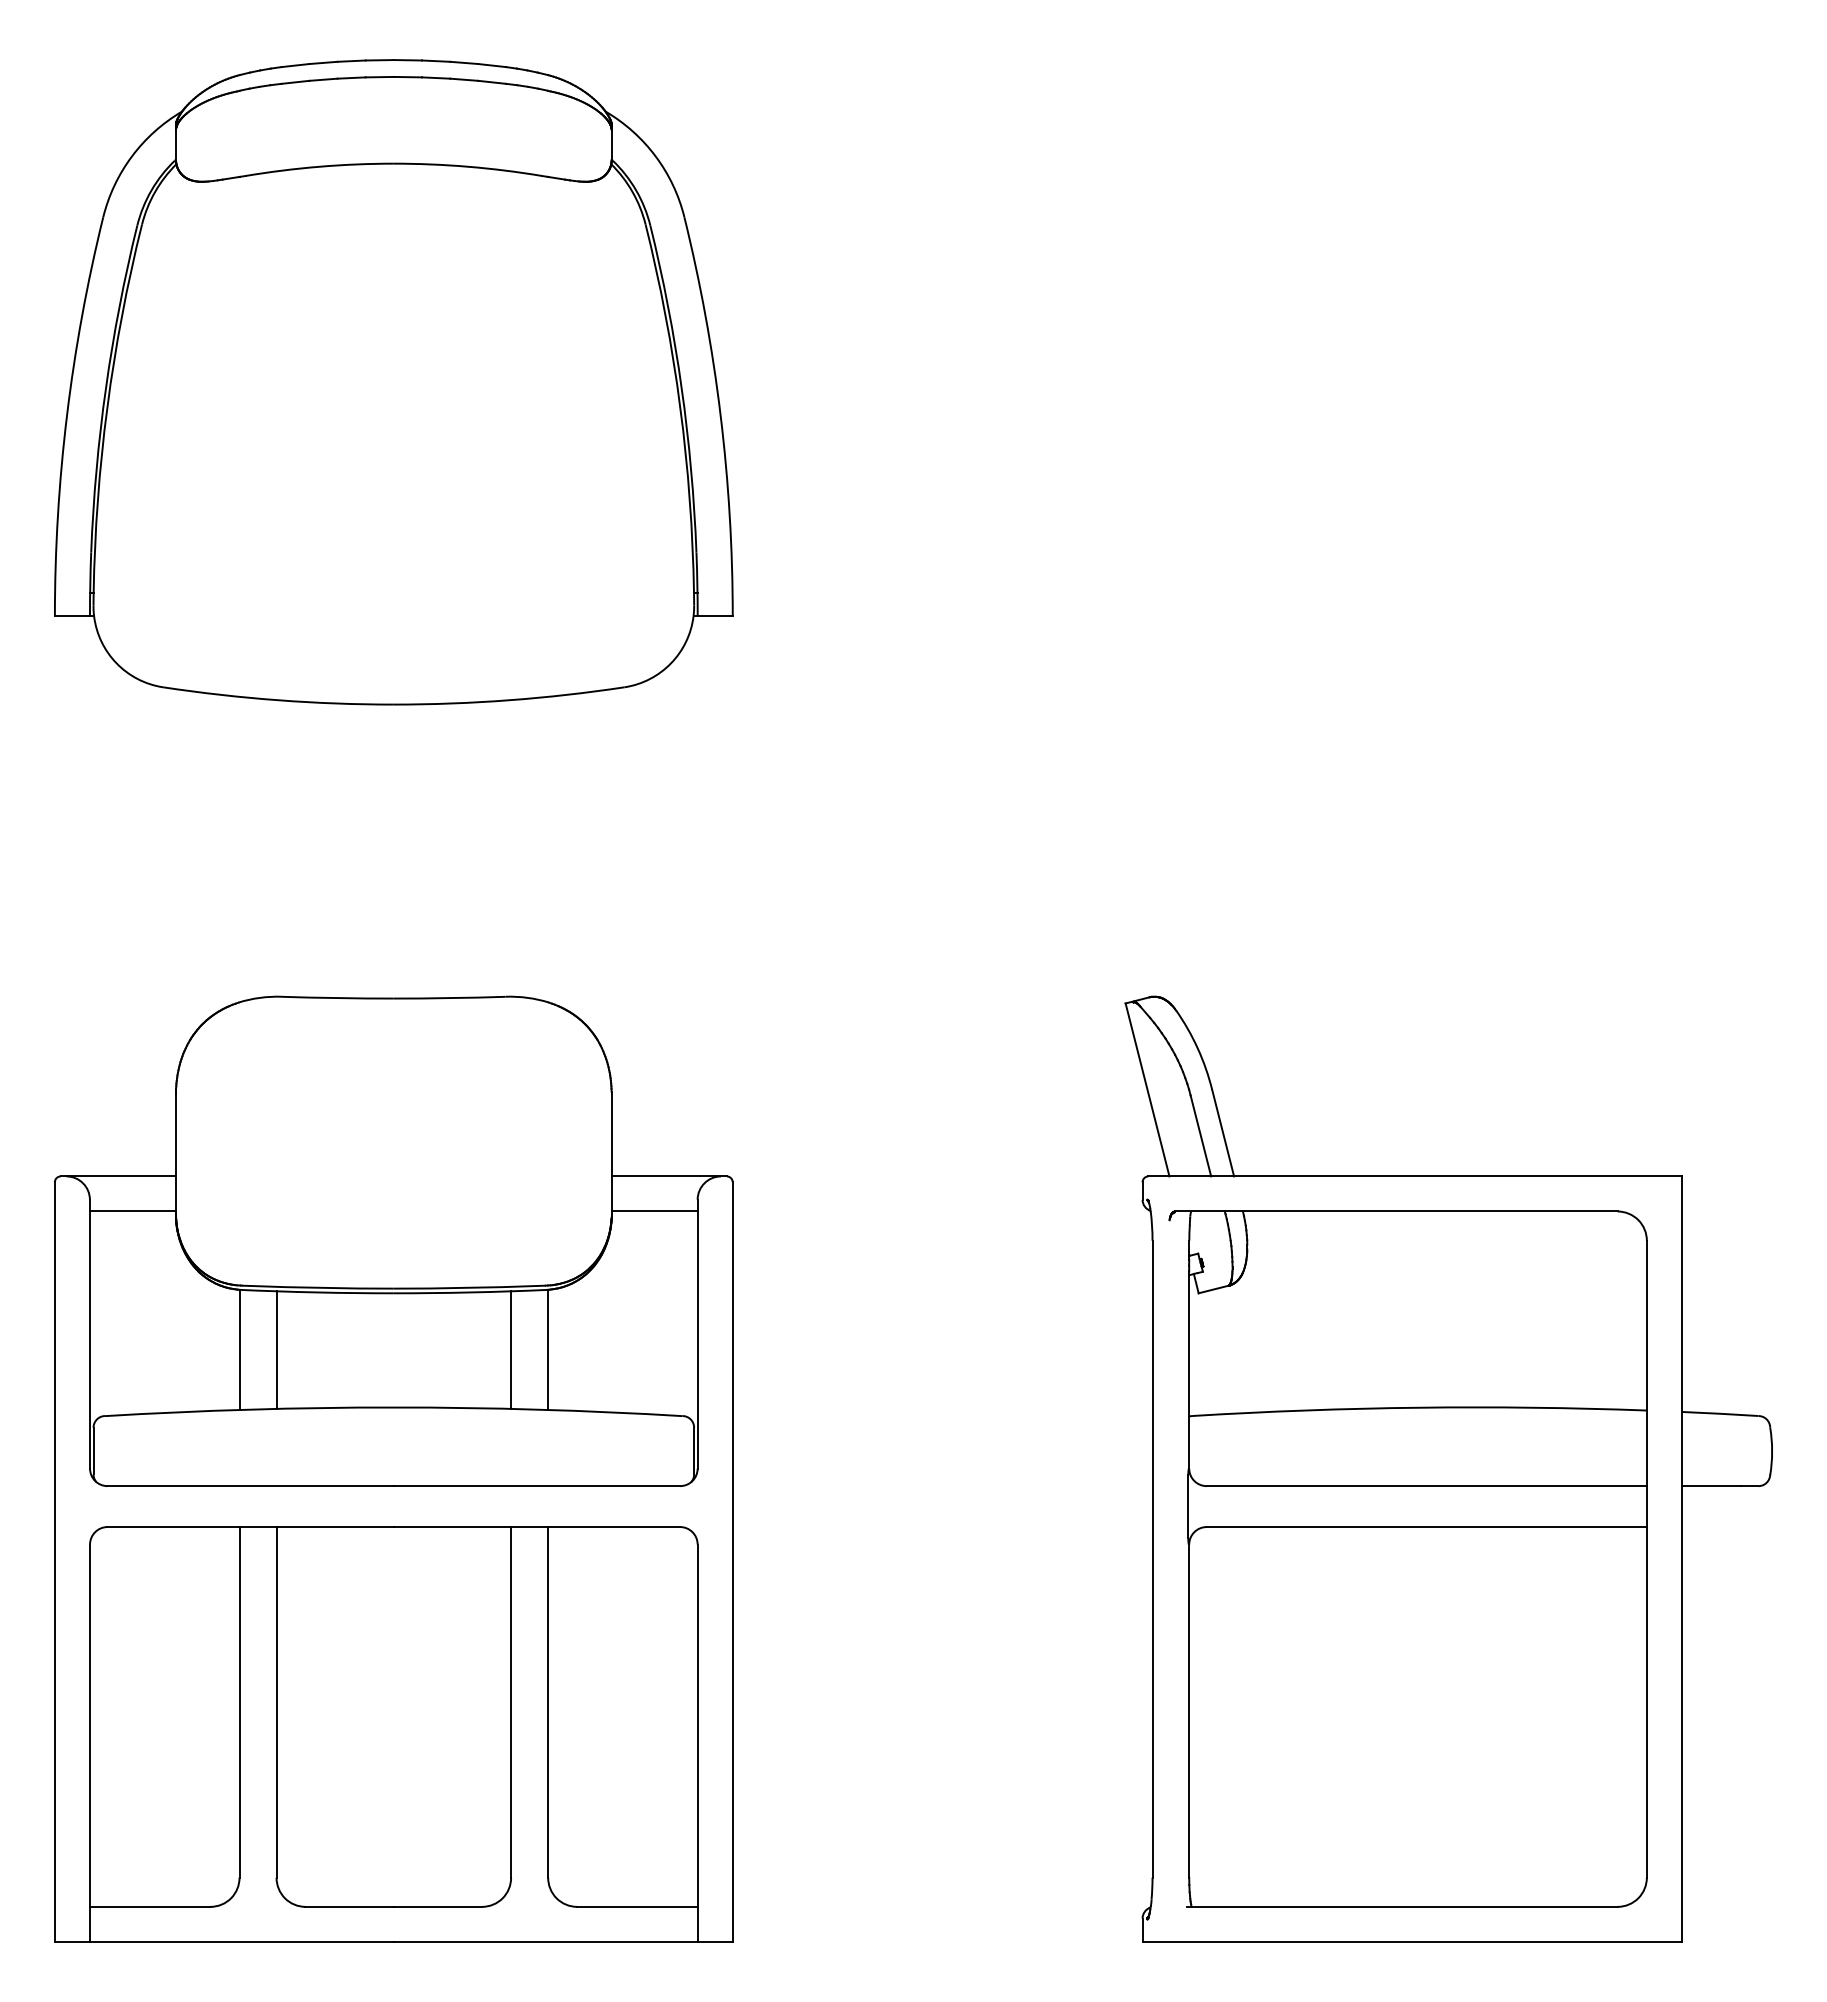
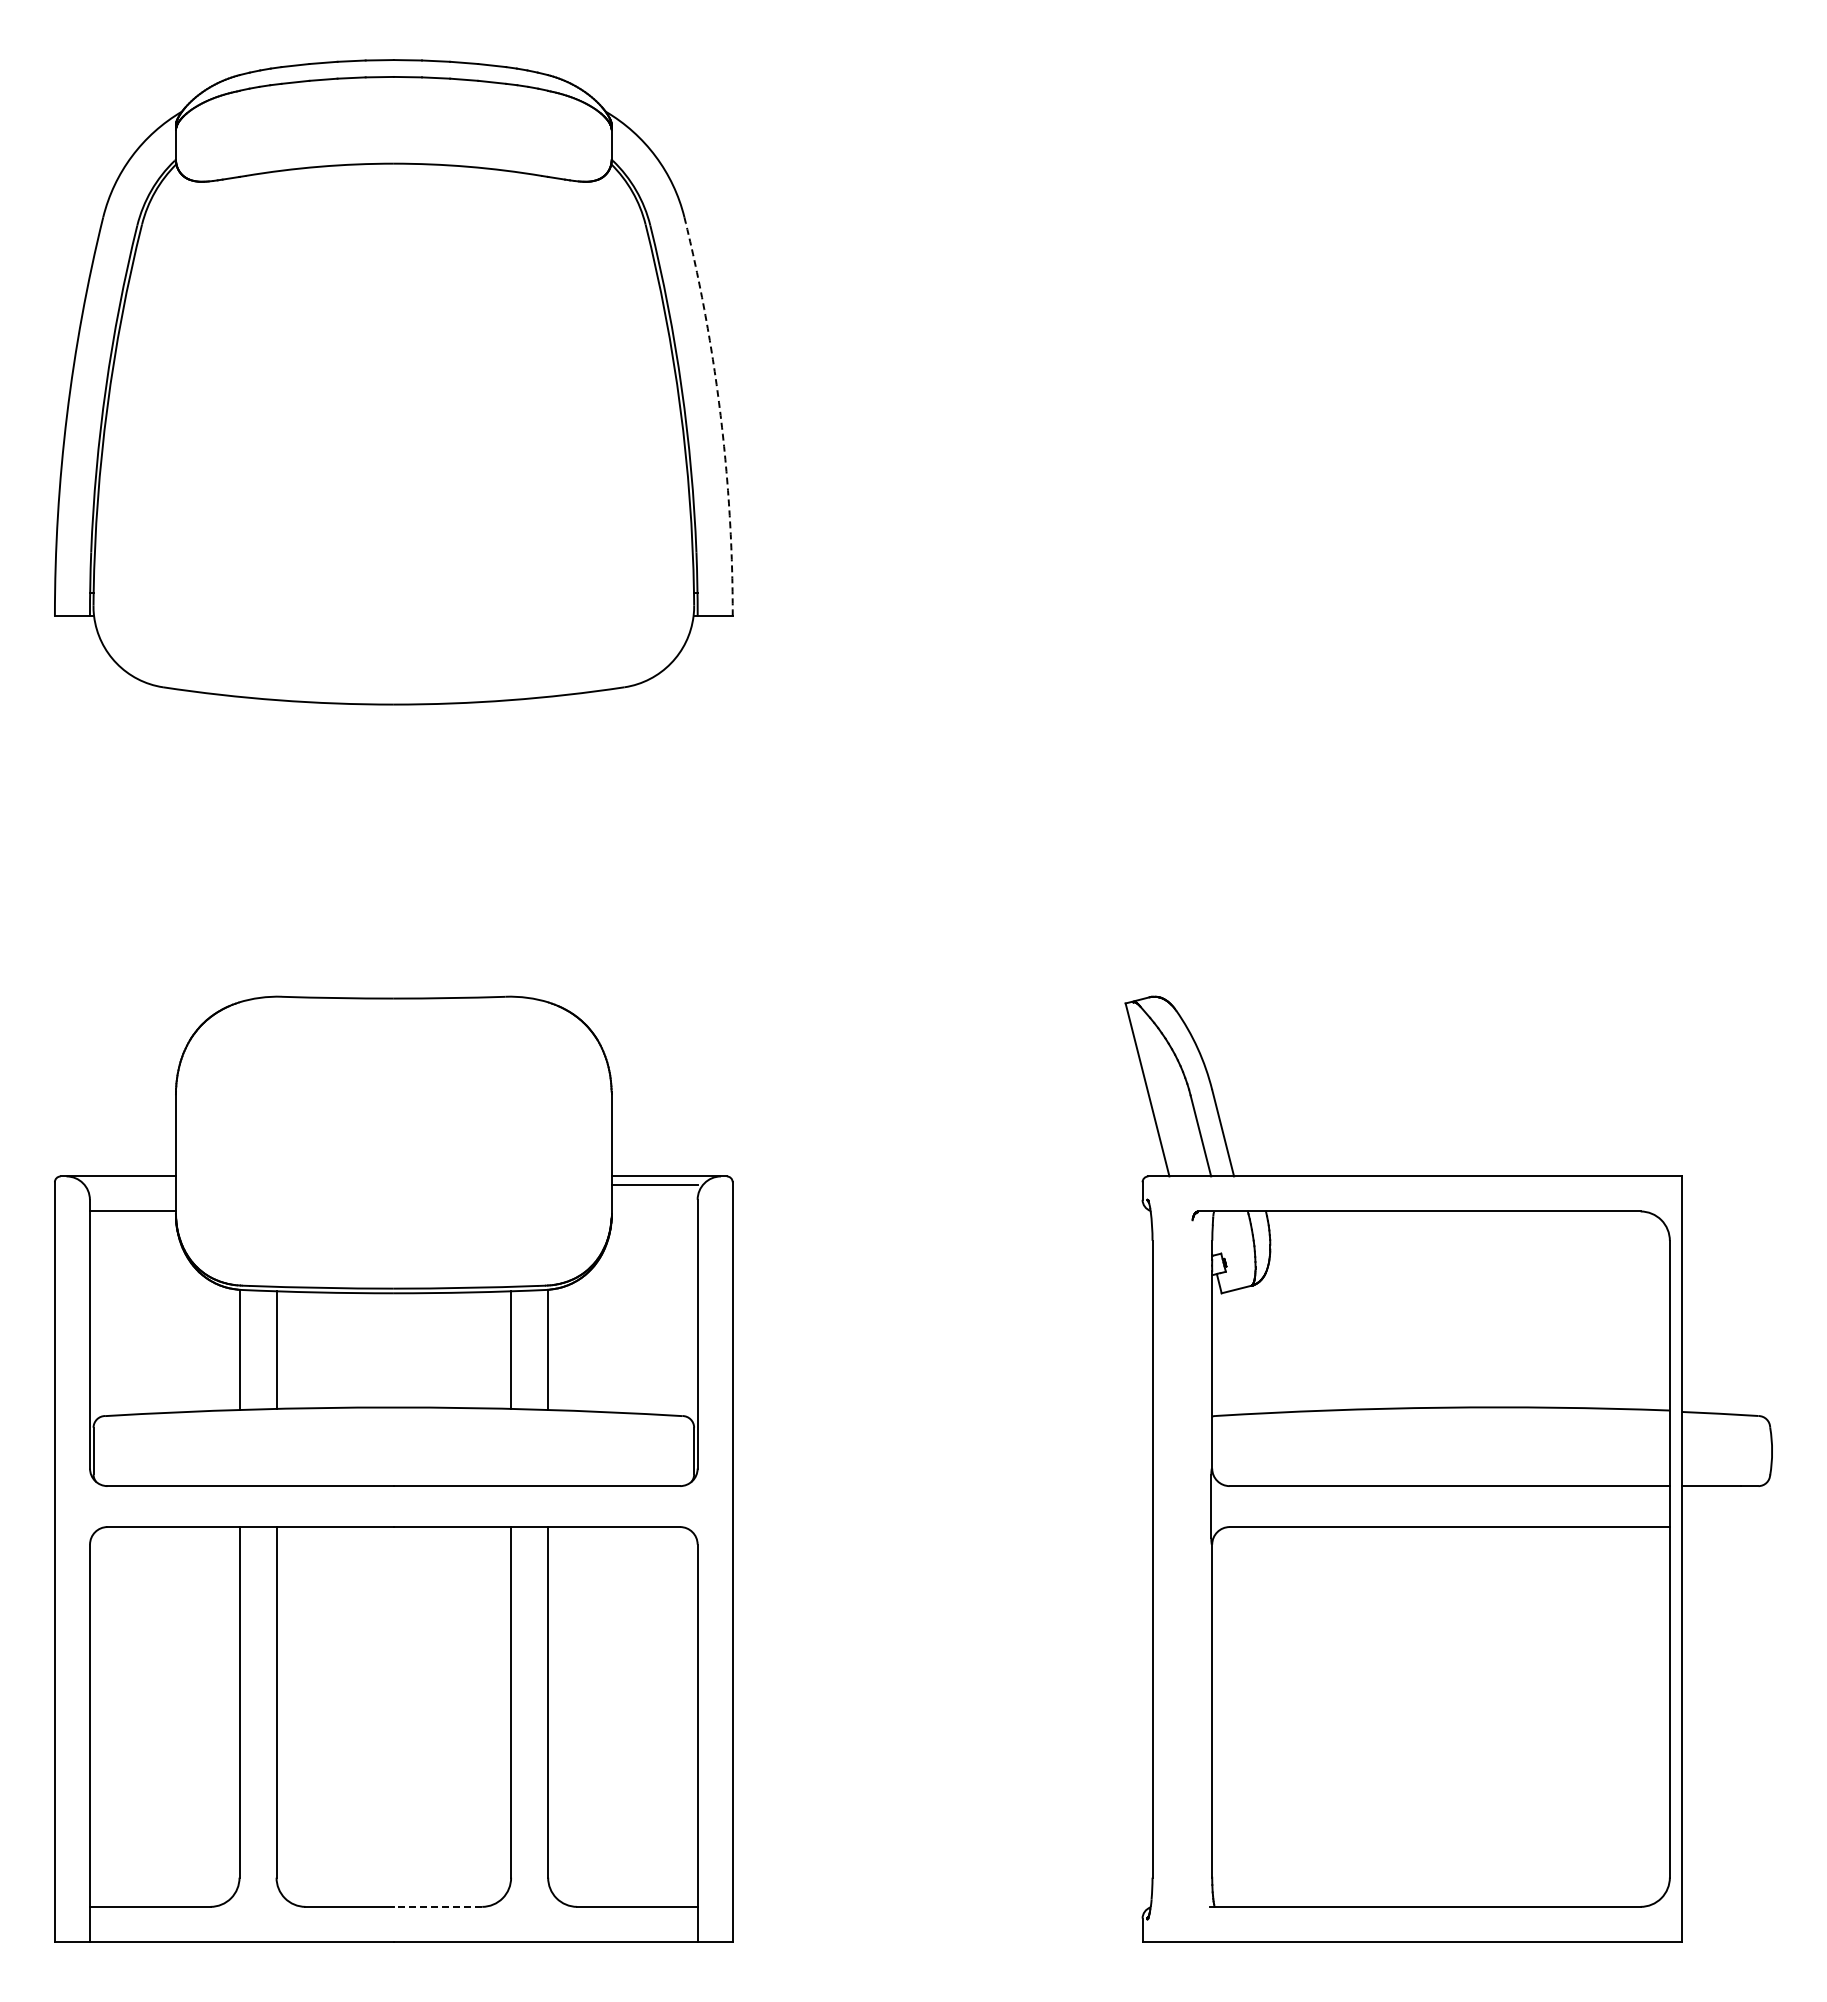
arc at (720, 415): solid -> dashed
line at (654, 1211) position: (654, 1211) -> (654, 1185)
part at (1407, 1558) position: (1407, 1558) -> (1430, 1558)
line at (437, 1906): solid -> dashed
